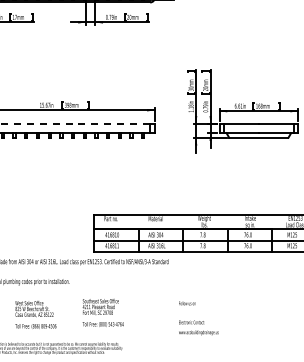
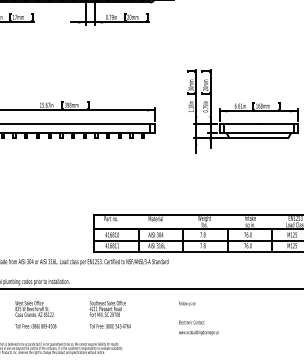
line at (75, 123): dashed -> solid
line at (151, 288): none -> present
text at (102, 312) position: (102, 312) -> (109, 314)
